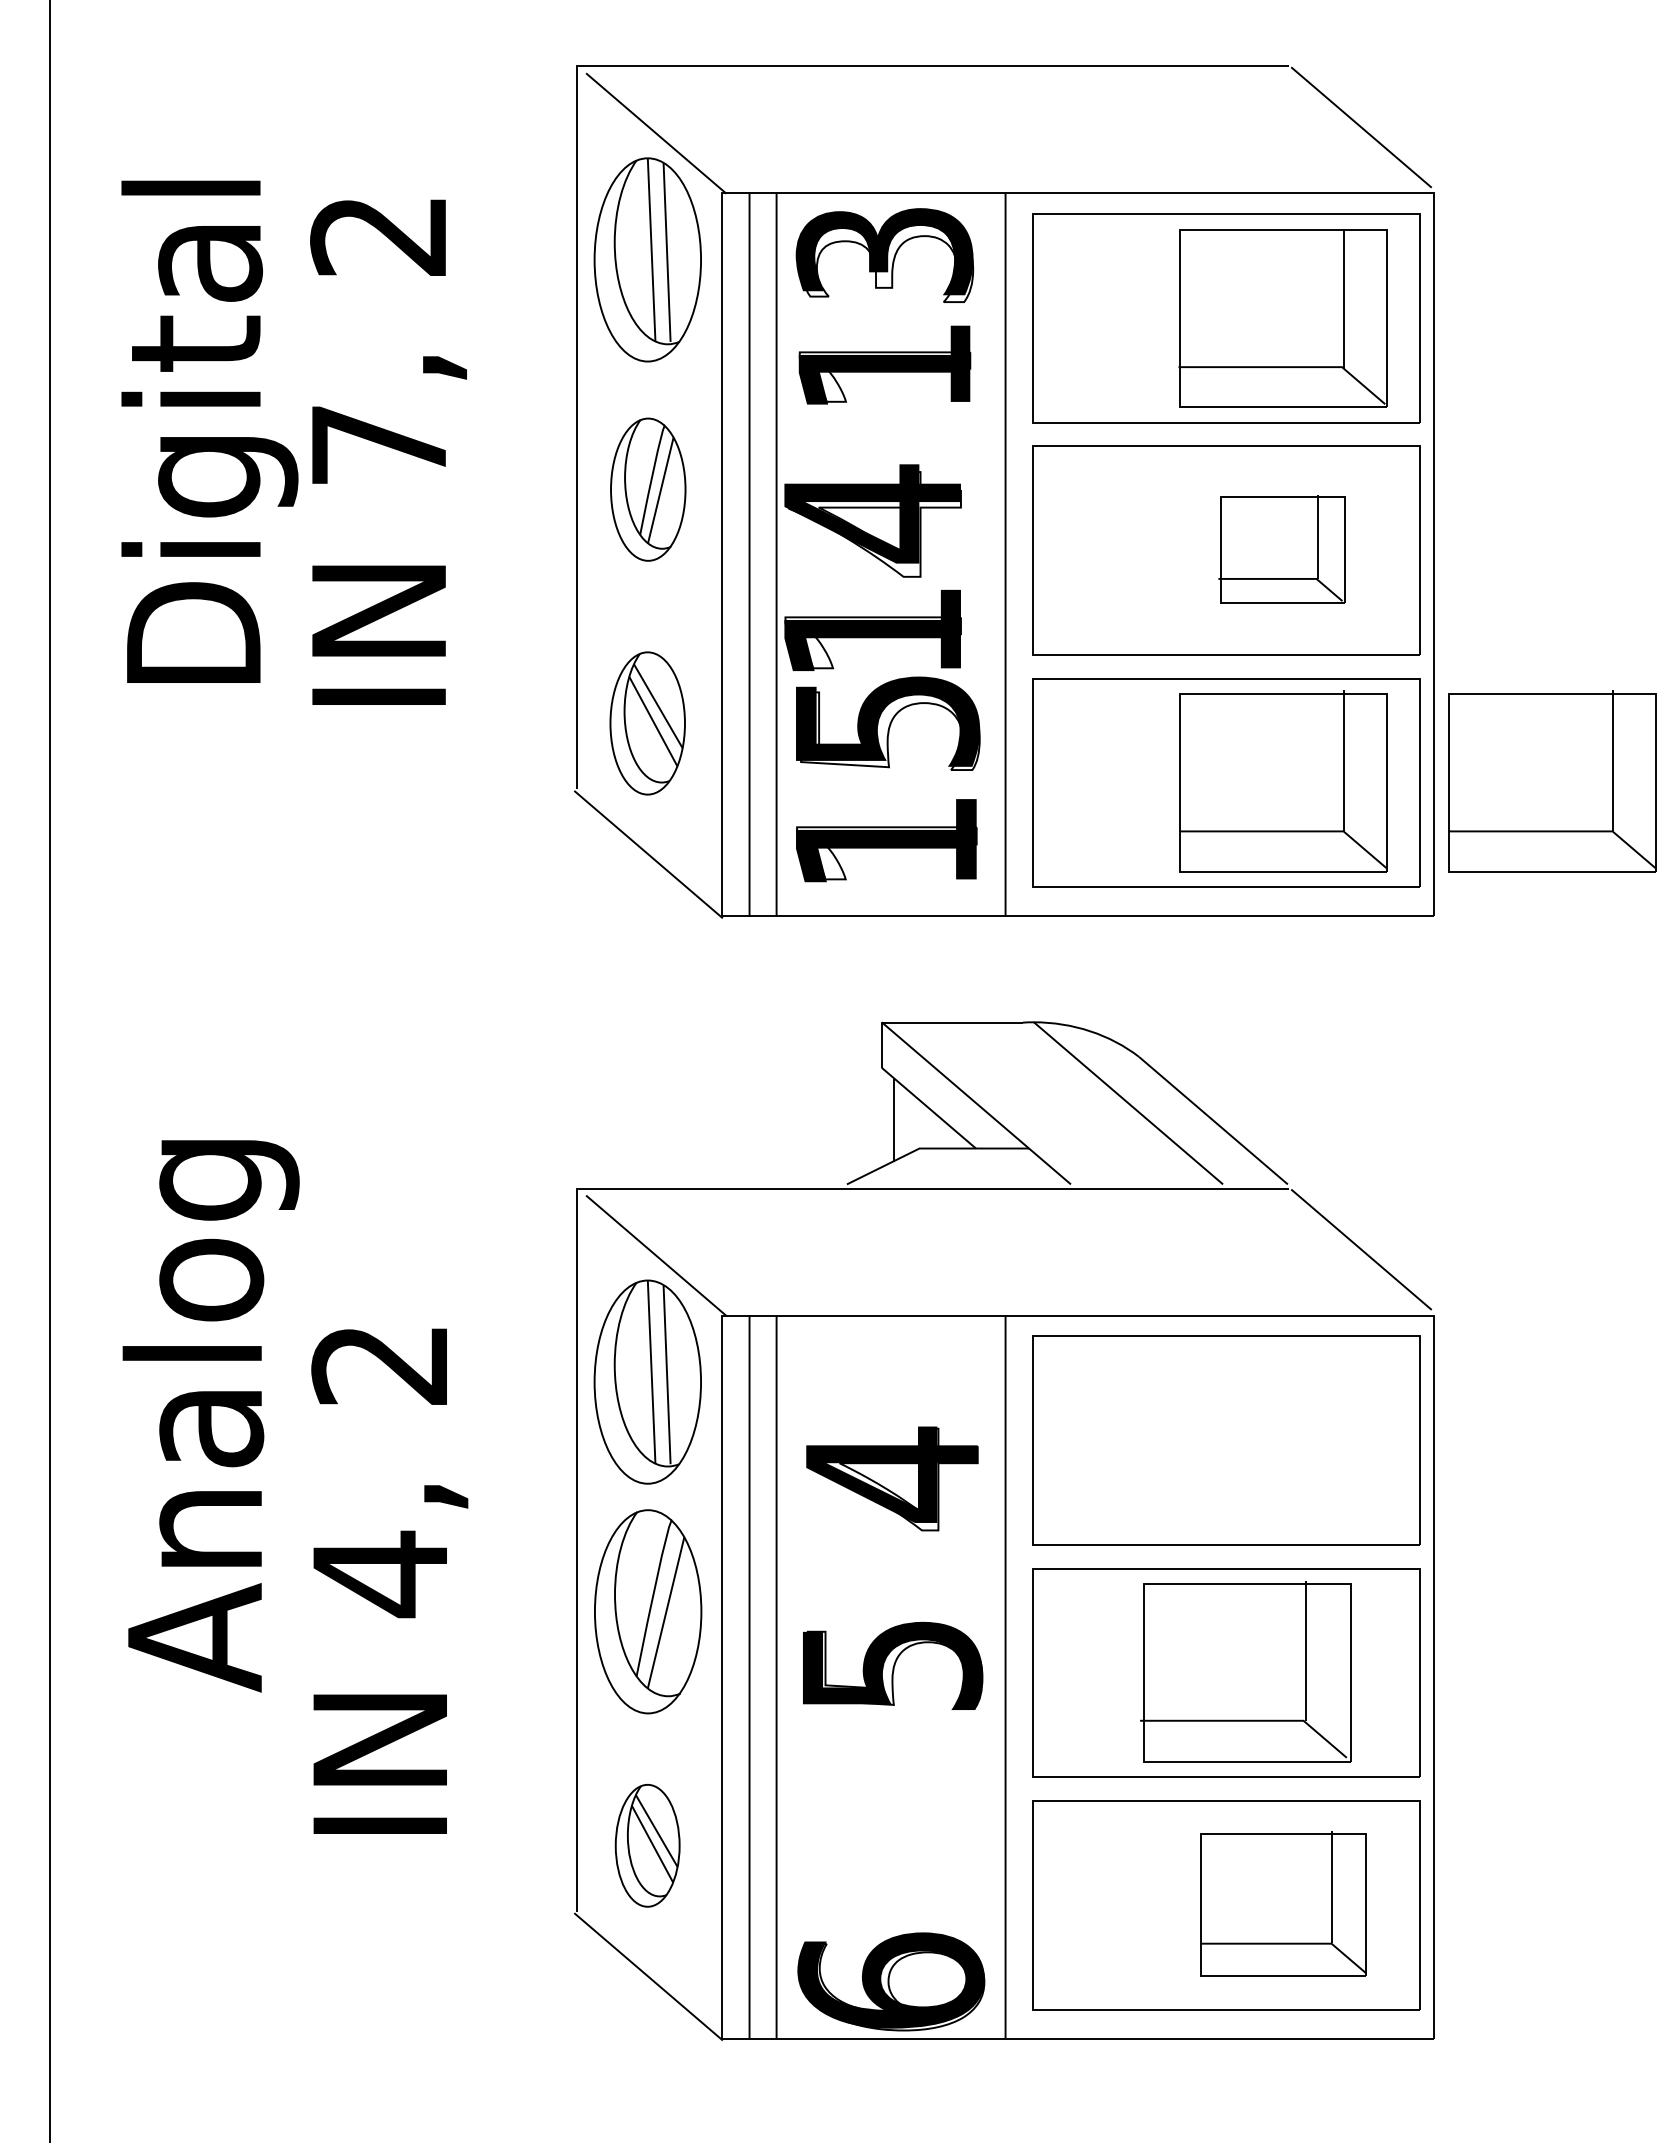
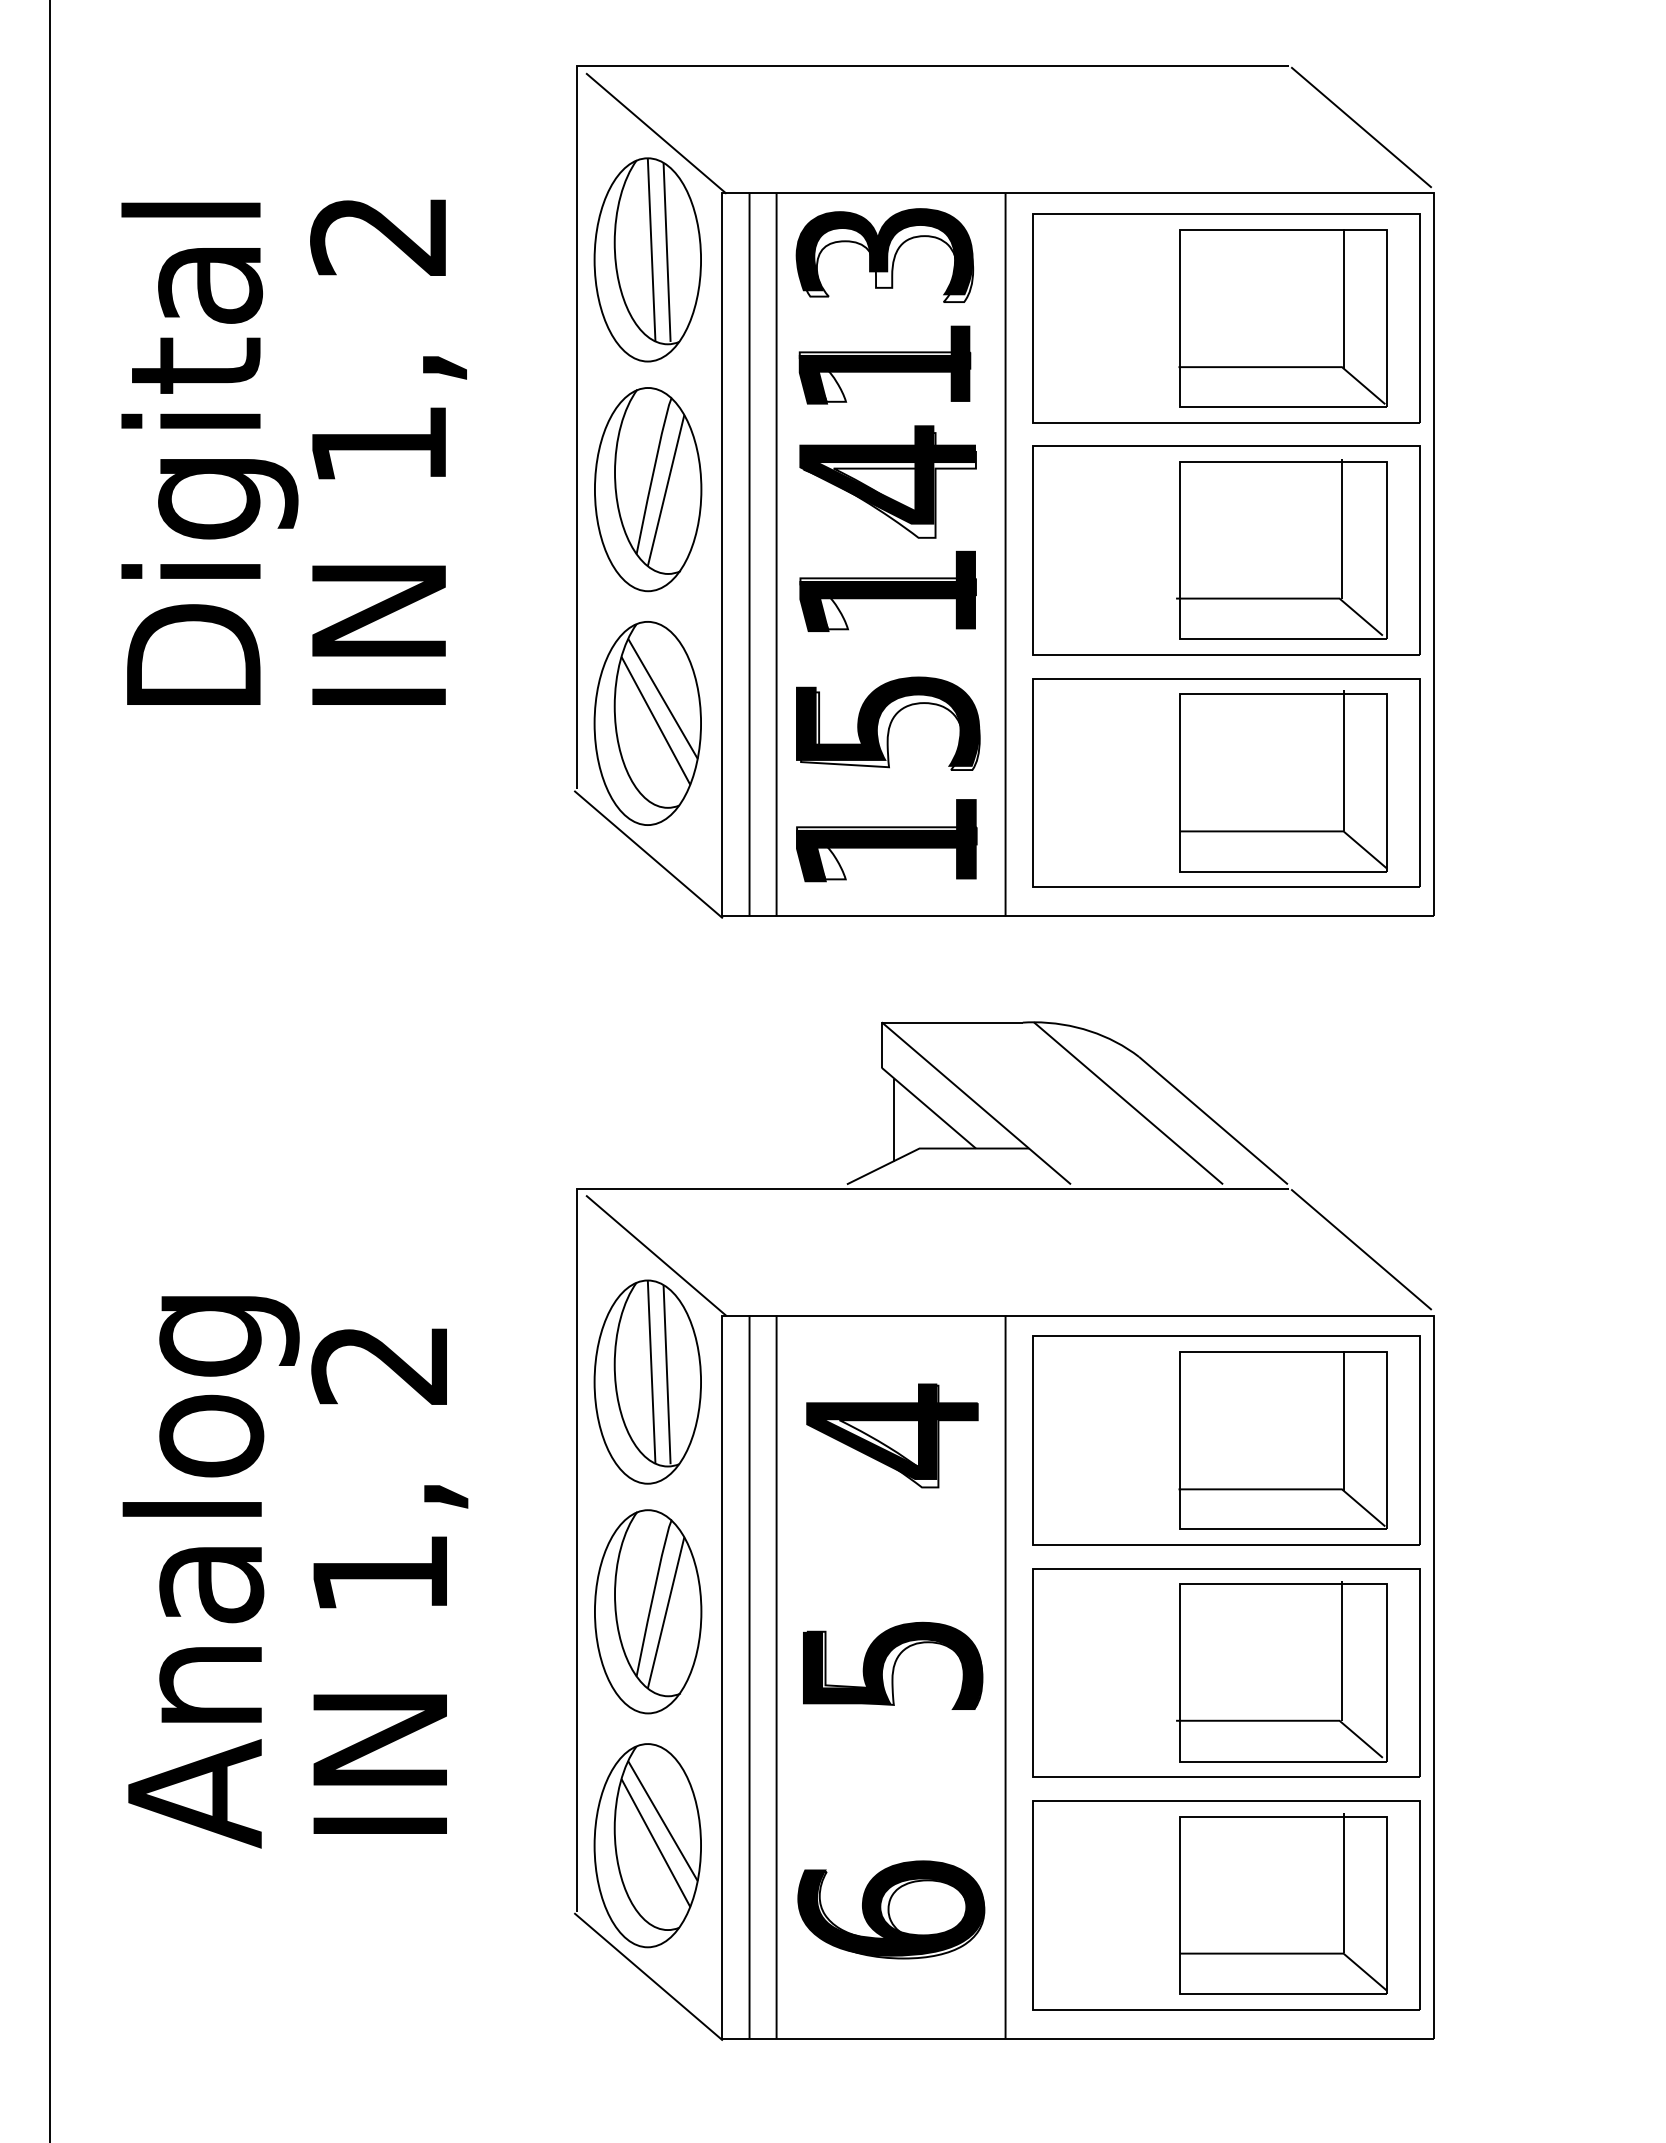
text at (209, 431) position: (209, 431) -> (209, 453)
text at (378, 444): 7, -> 1,
part at (648, 489) size: 77x145 px -> 109x206 px
part at (1281, 549) size: 128x109 px -> 212x181 px
part at (877, 559) position: (877, 559) -> (892, 520)
part at (647, 723) size: 77x145 px -> 109x205 px
part at (1552, 781): present -> none
text at (210, 1416) position: (210, 1416) -> (210, 1572)
part at (1282, 1440): none -> present
part at (892, 1478) position: (892, 1478) -> (892, 1435)
text at (379, 1574): 4, -> 1,
part at (1245, 1671) position: (1245, 1671) -> (1281, 1671)
part at (647, 1845) size: 67x124 px -> 109x206 px
part at (1283, 1903) size: 167x146 px -> 209x182 px
part at (891, 1981) position: (891, 1981) -> (891, 1909)
